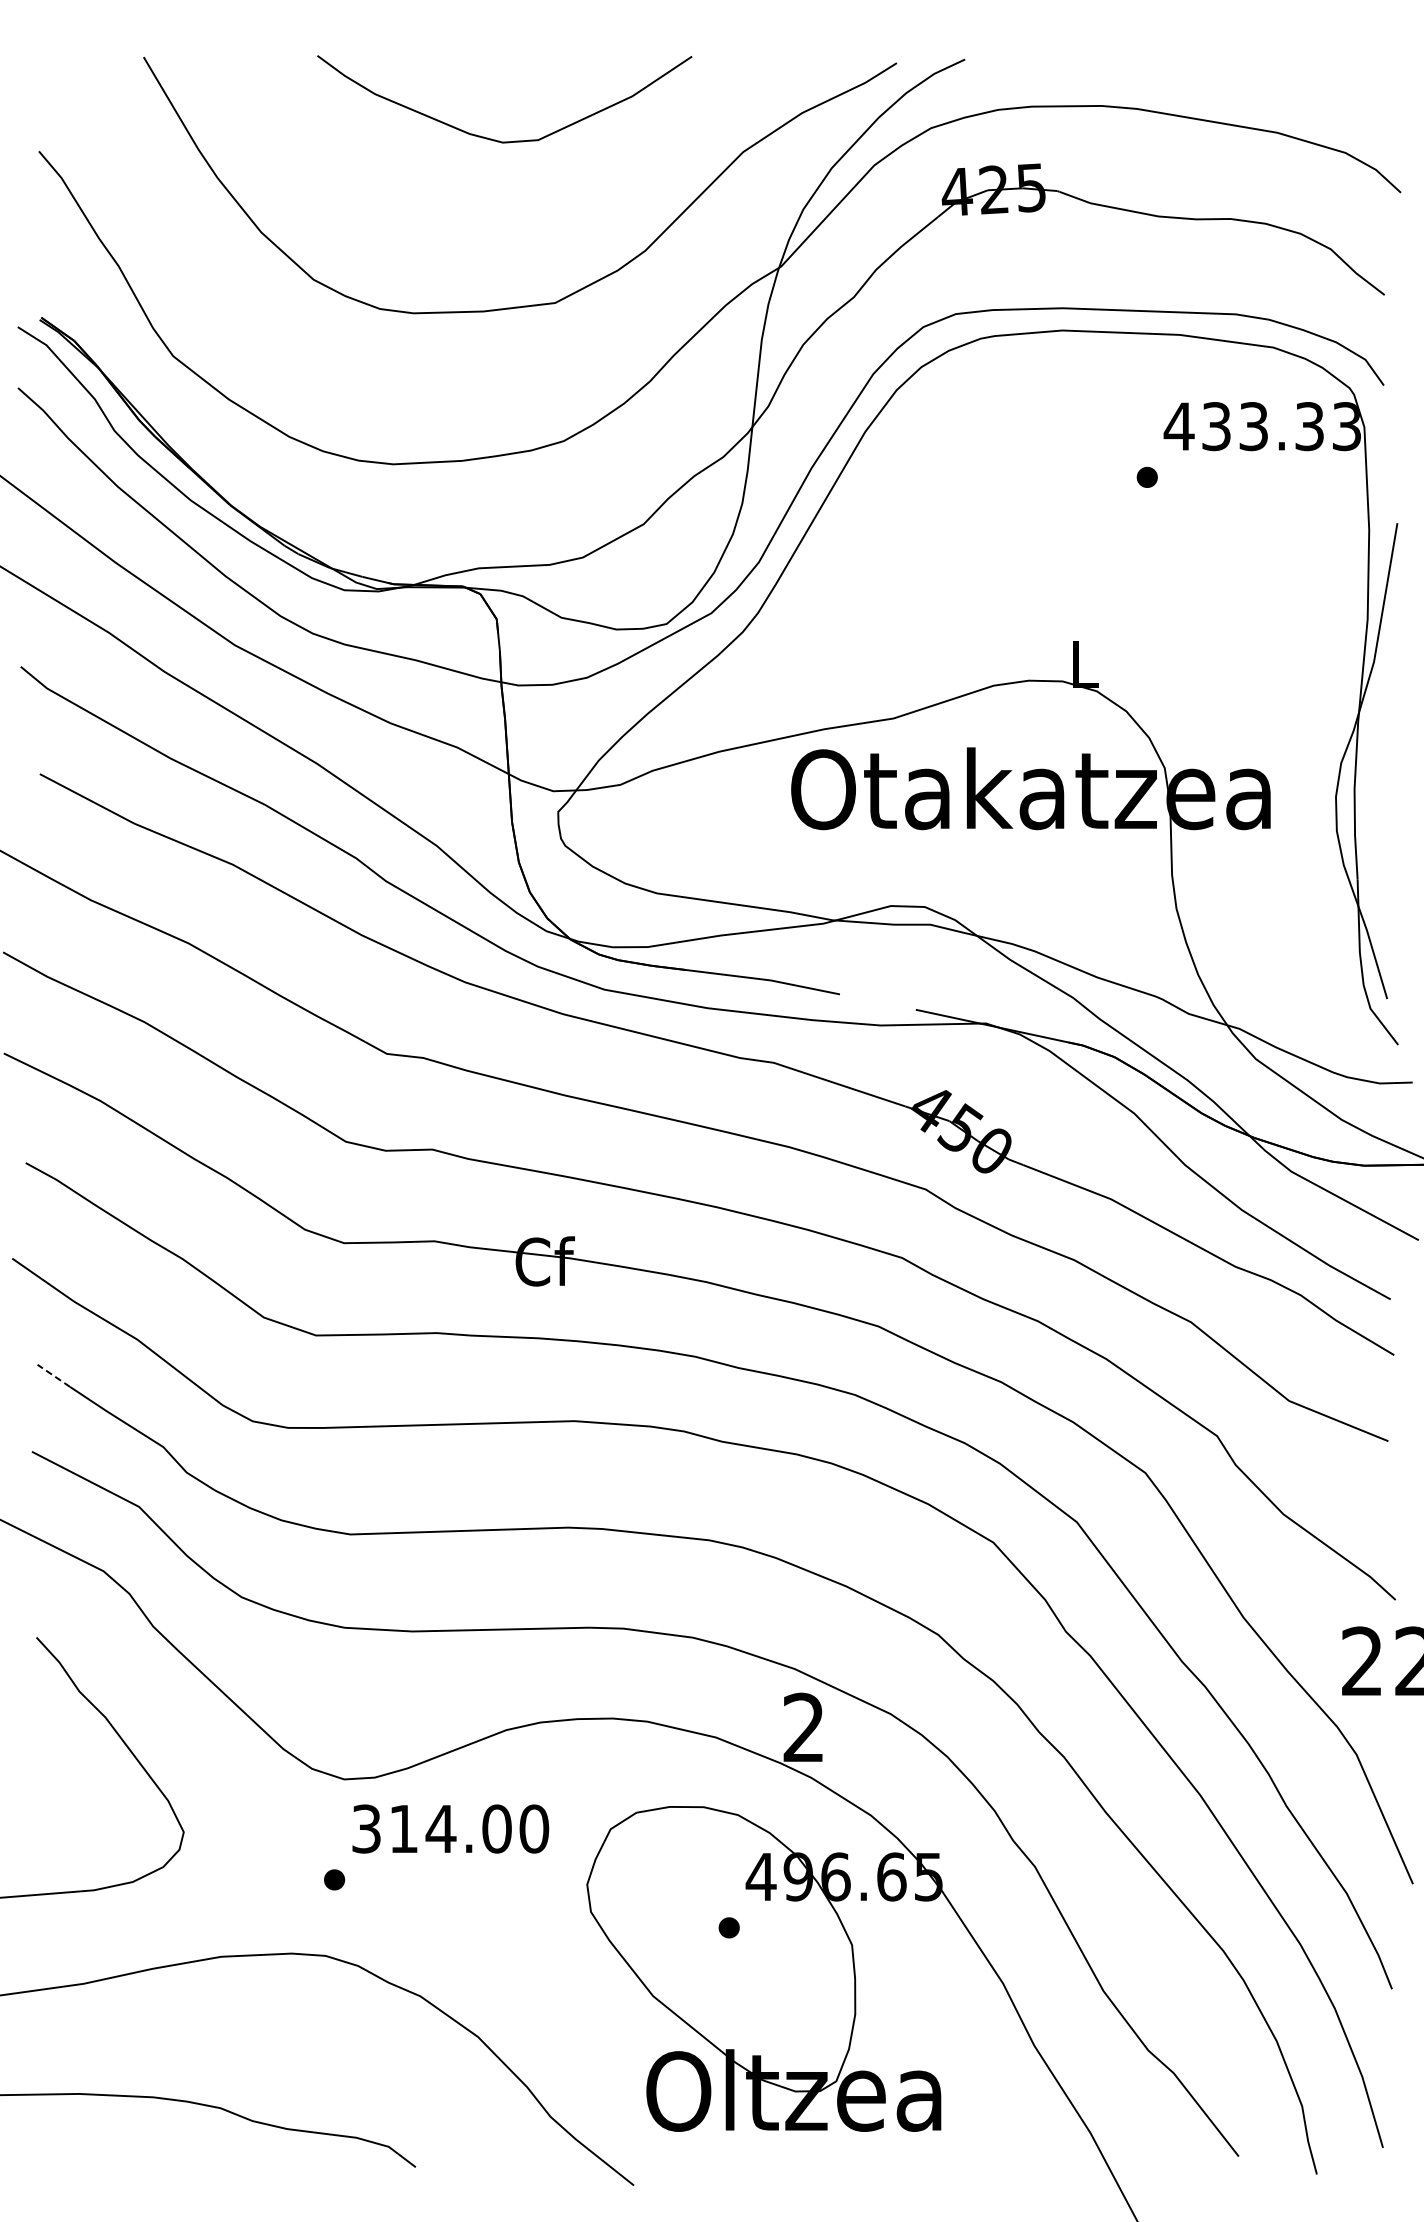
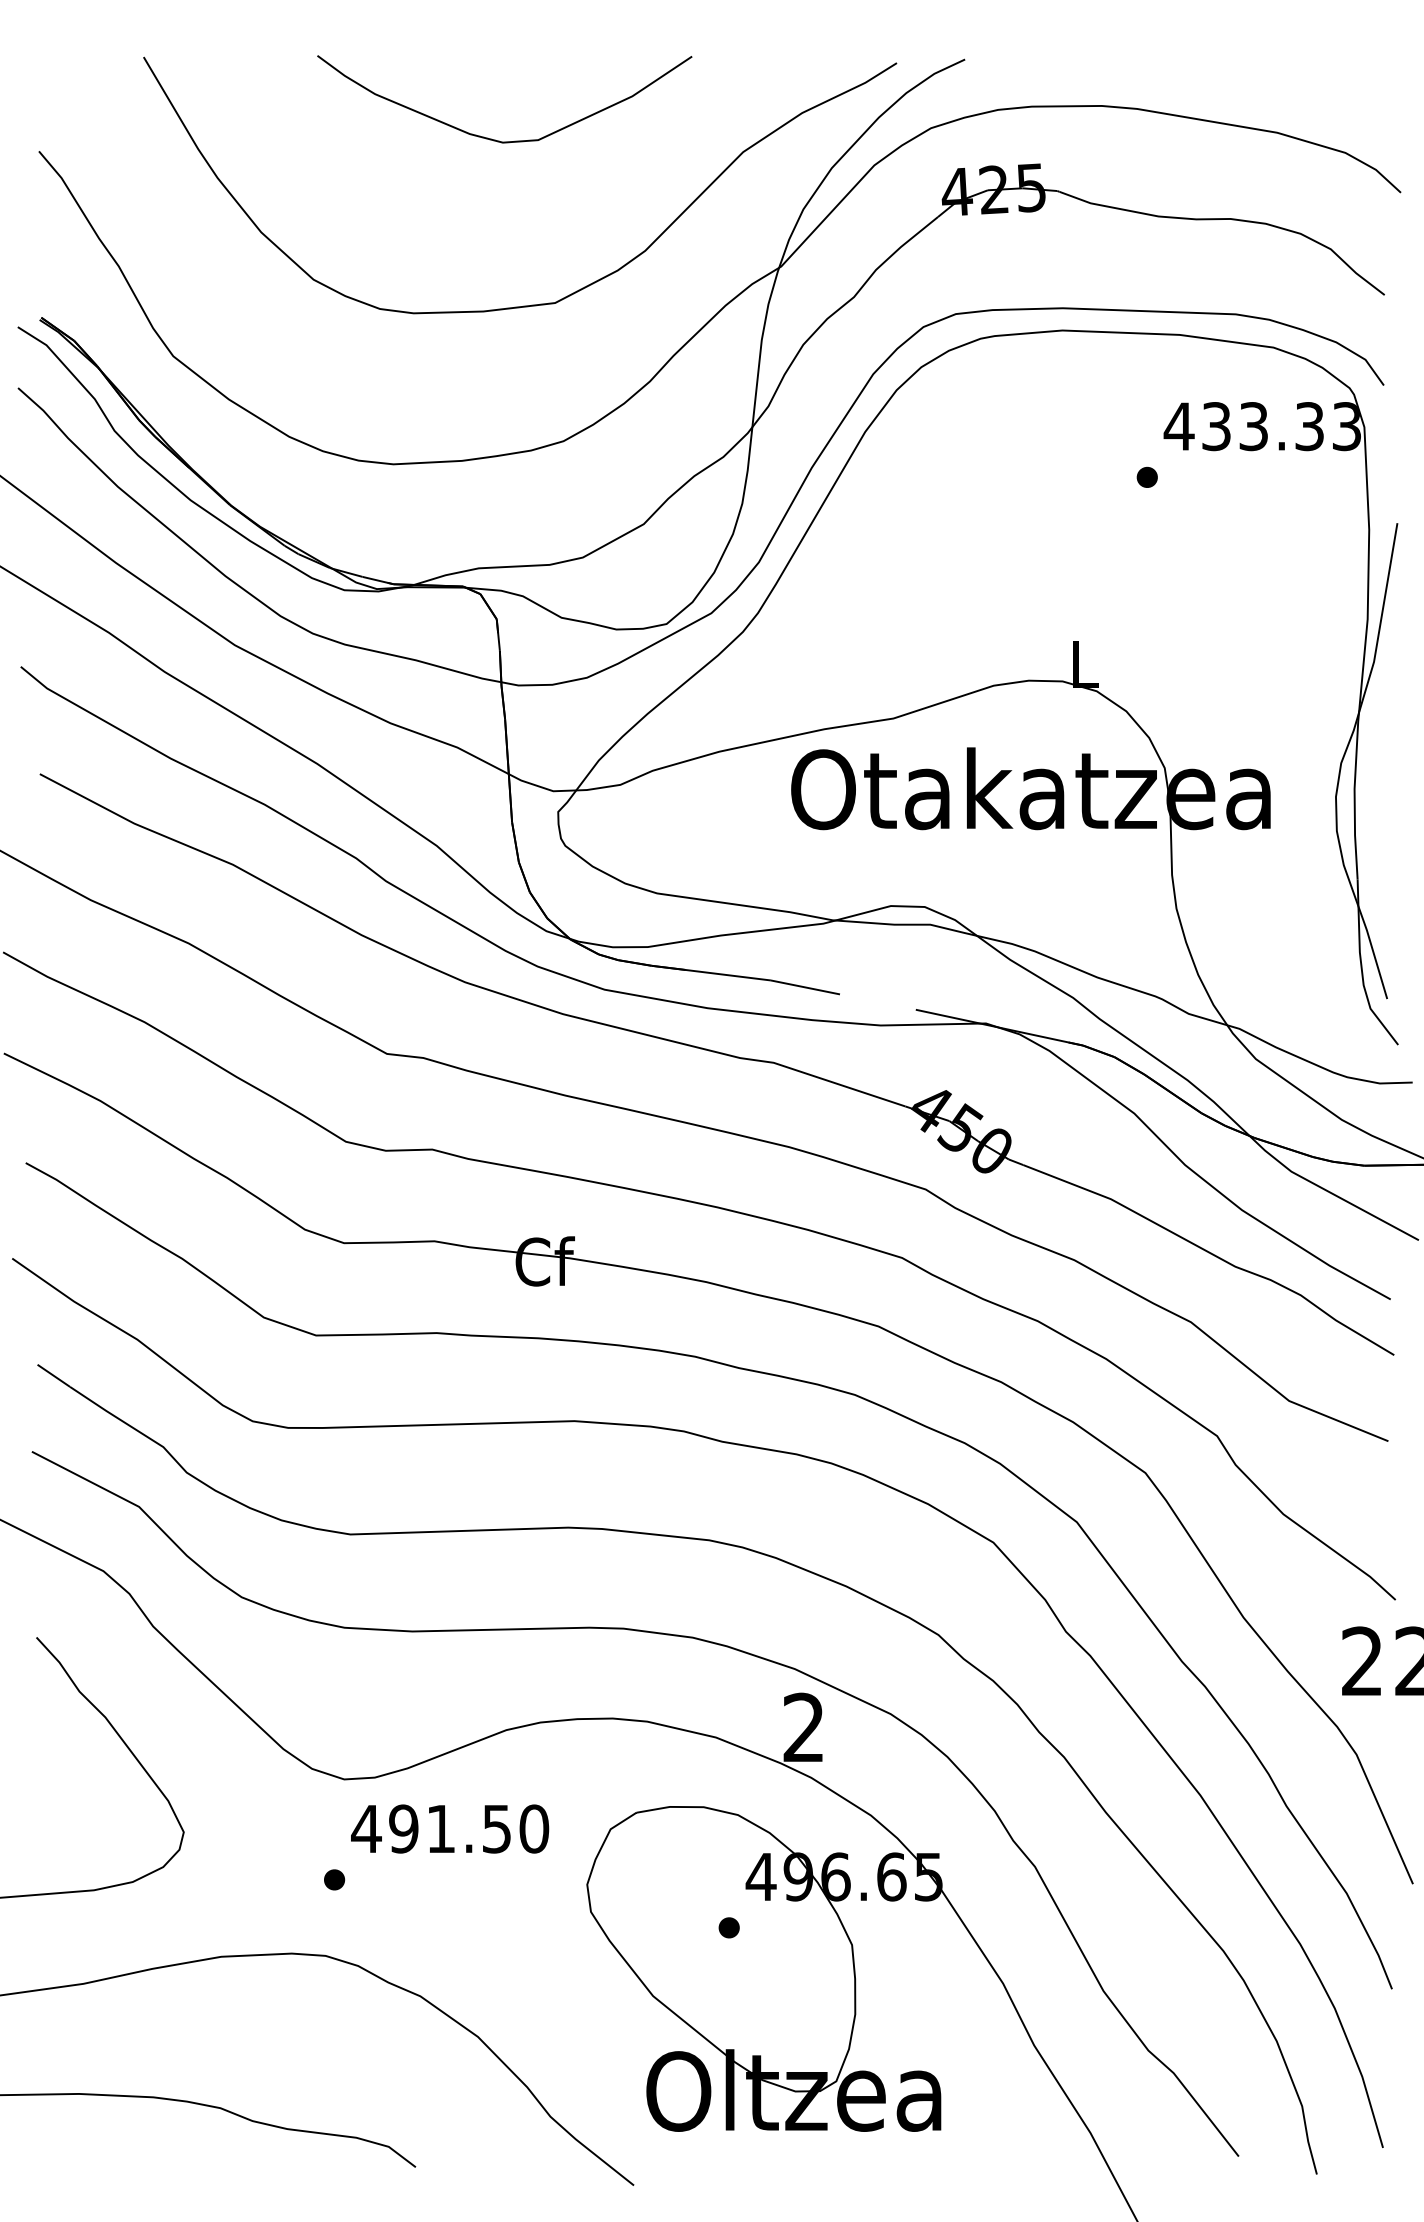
line at (53, 1375): dashed -> solid
text at (431, 1828): 314.00 -> 491.50
